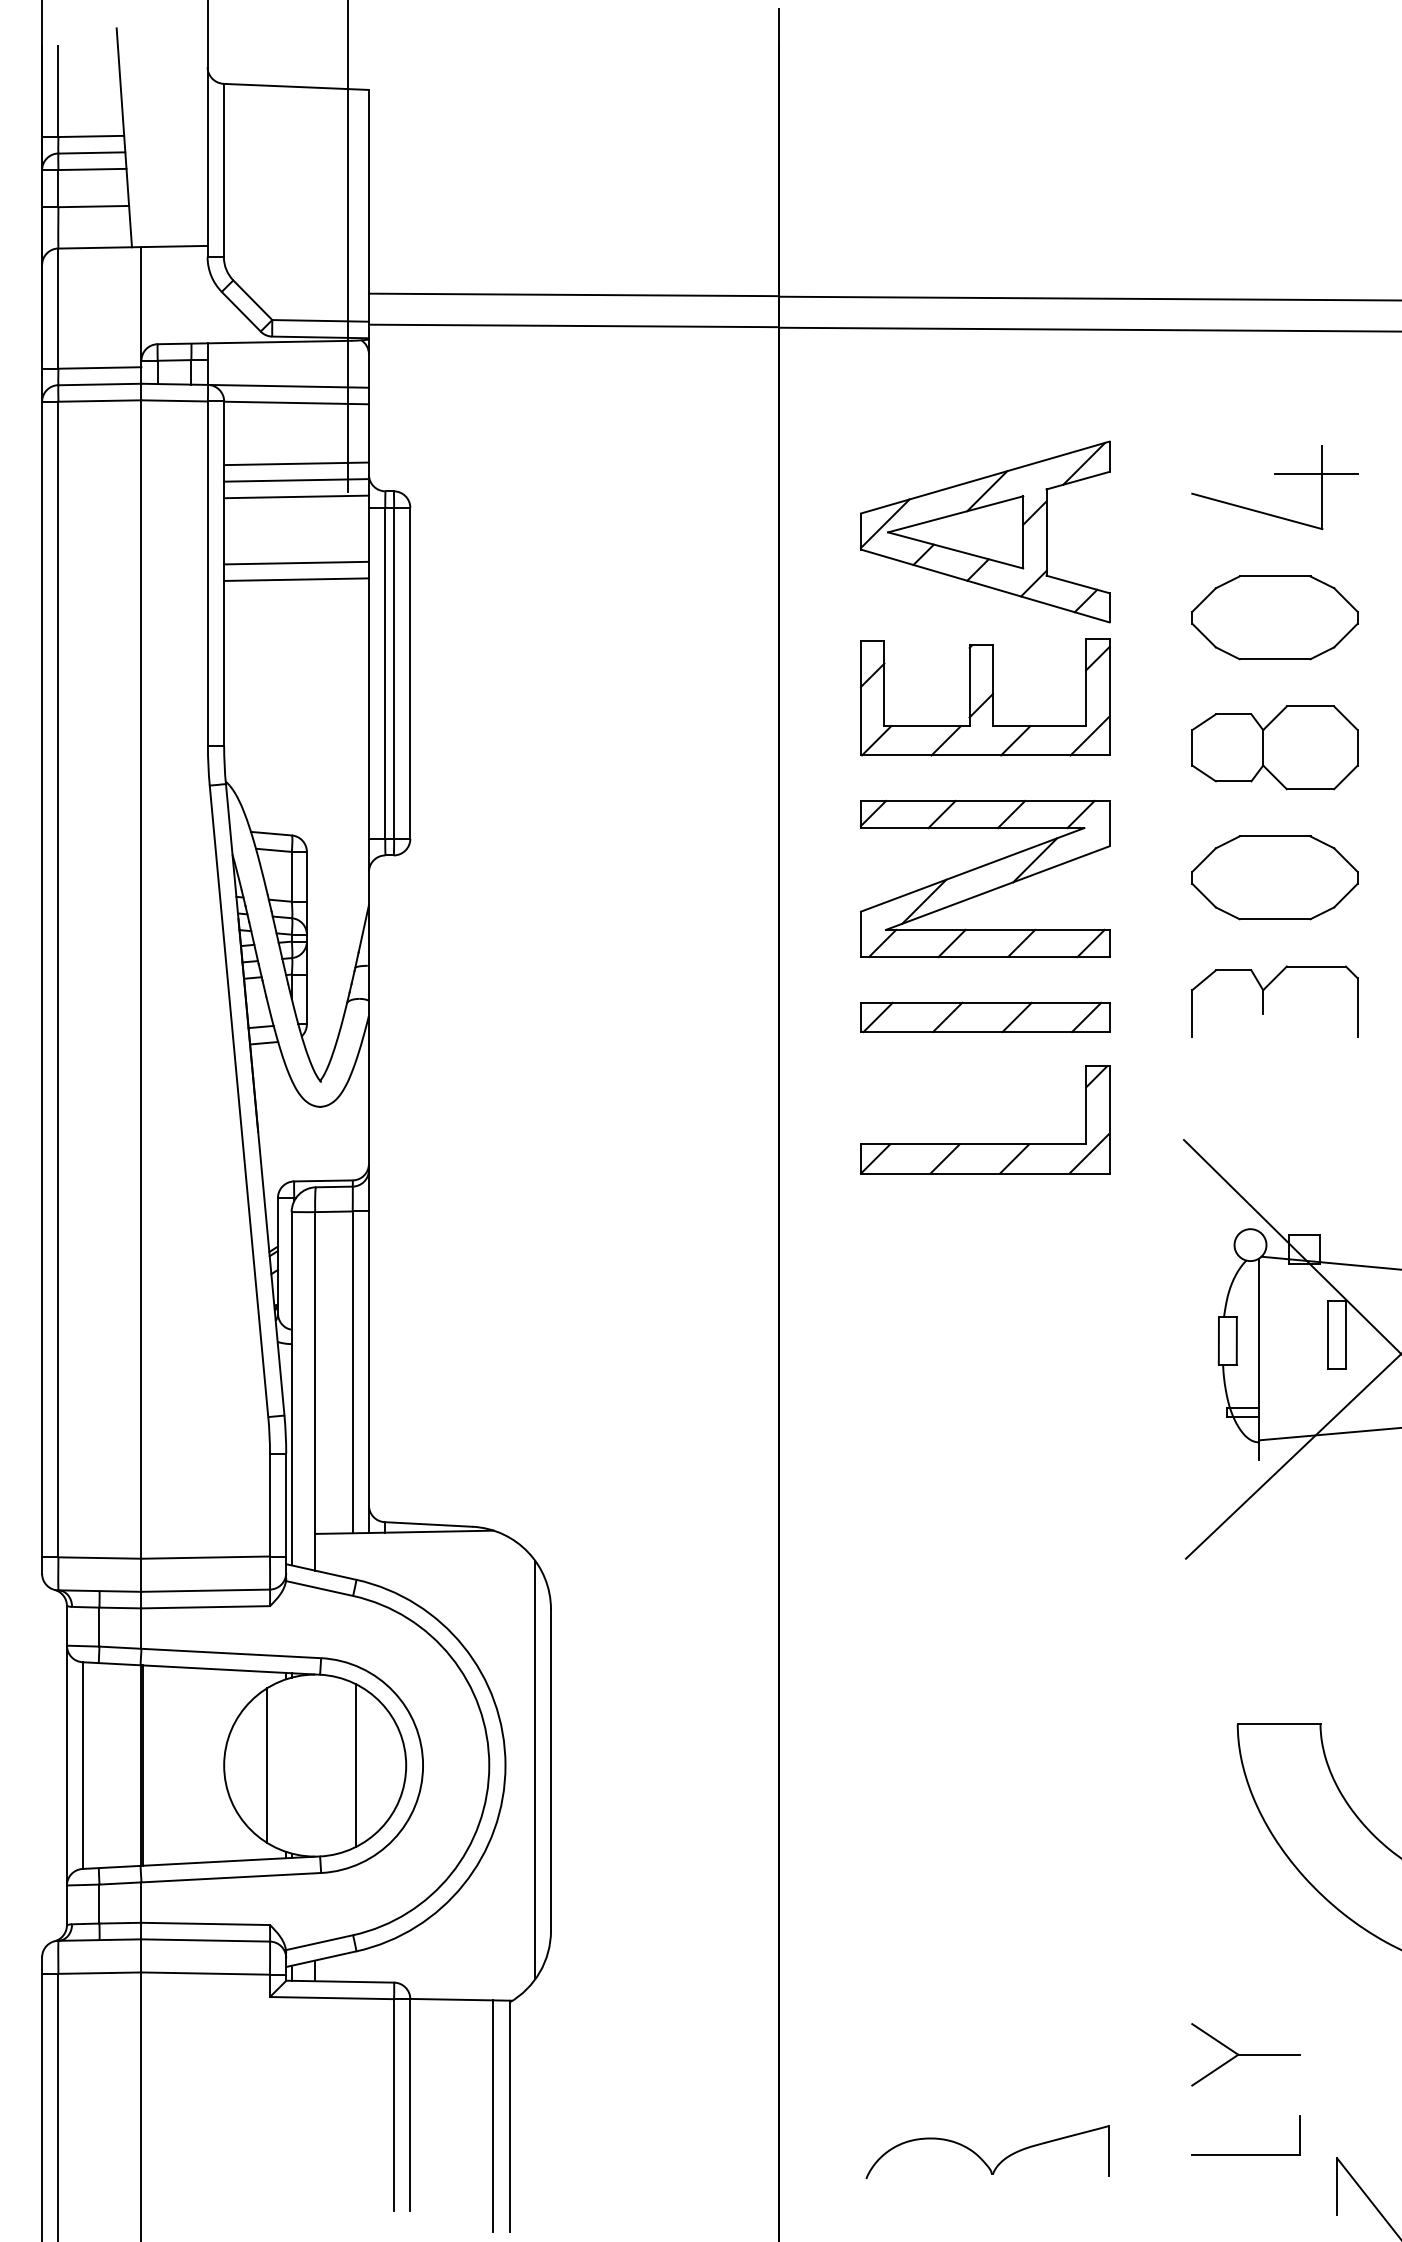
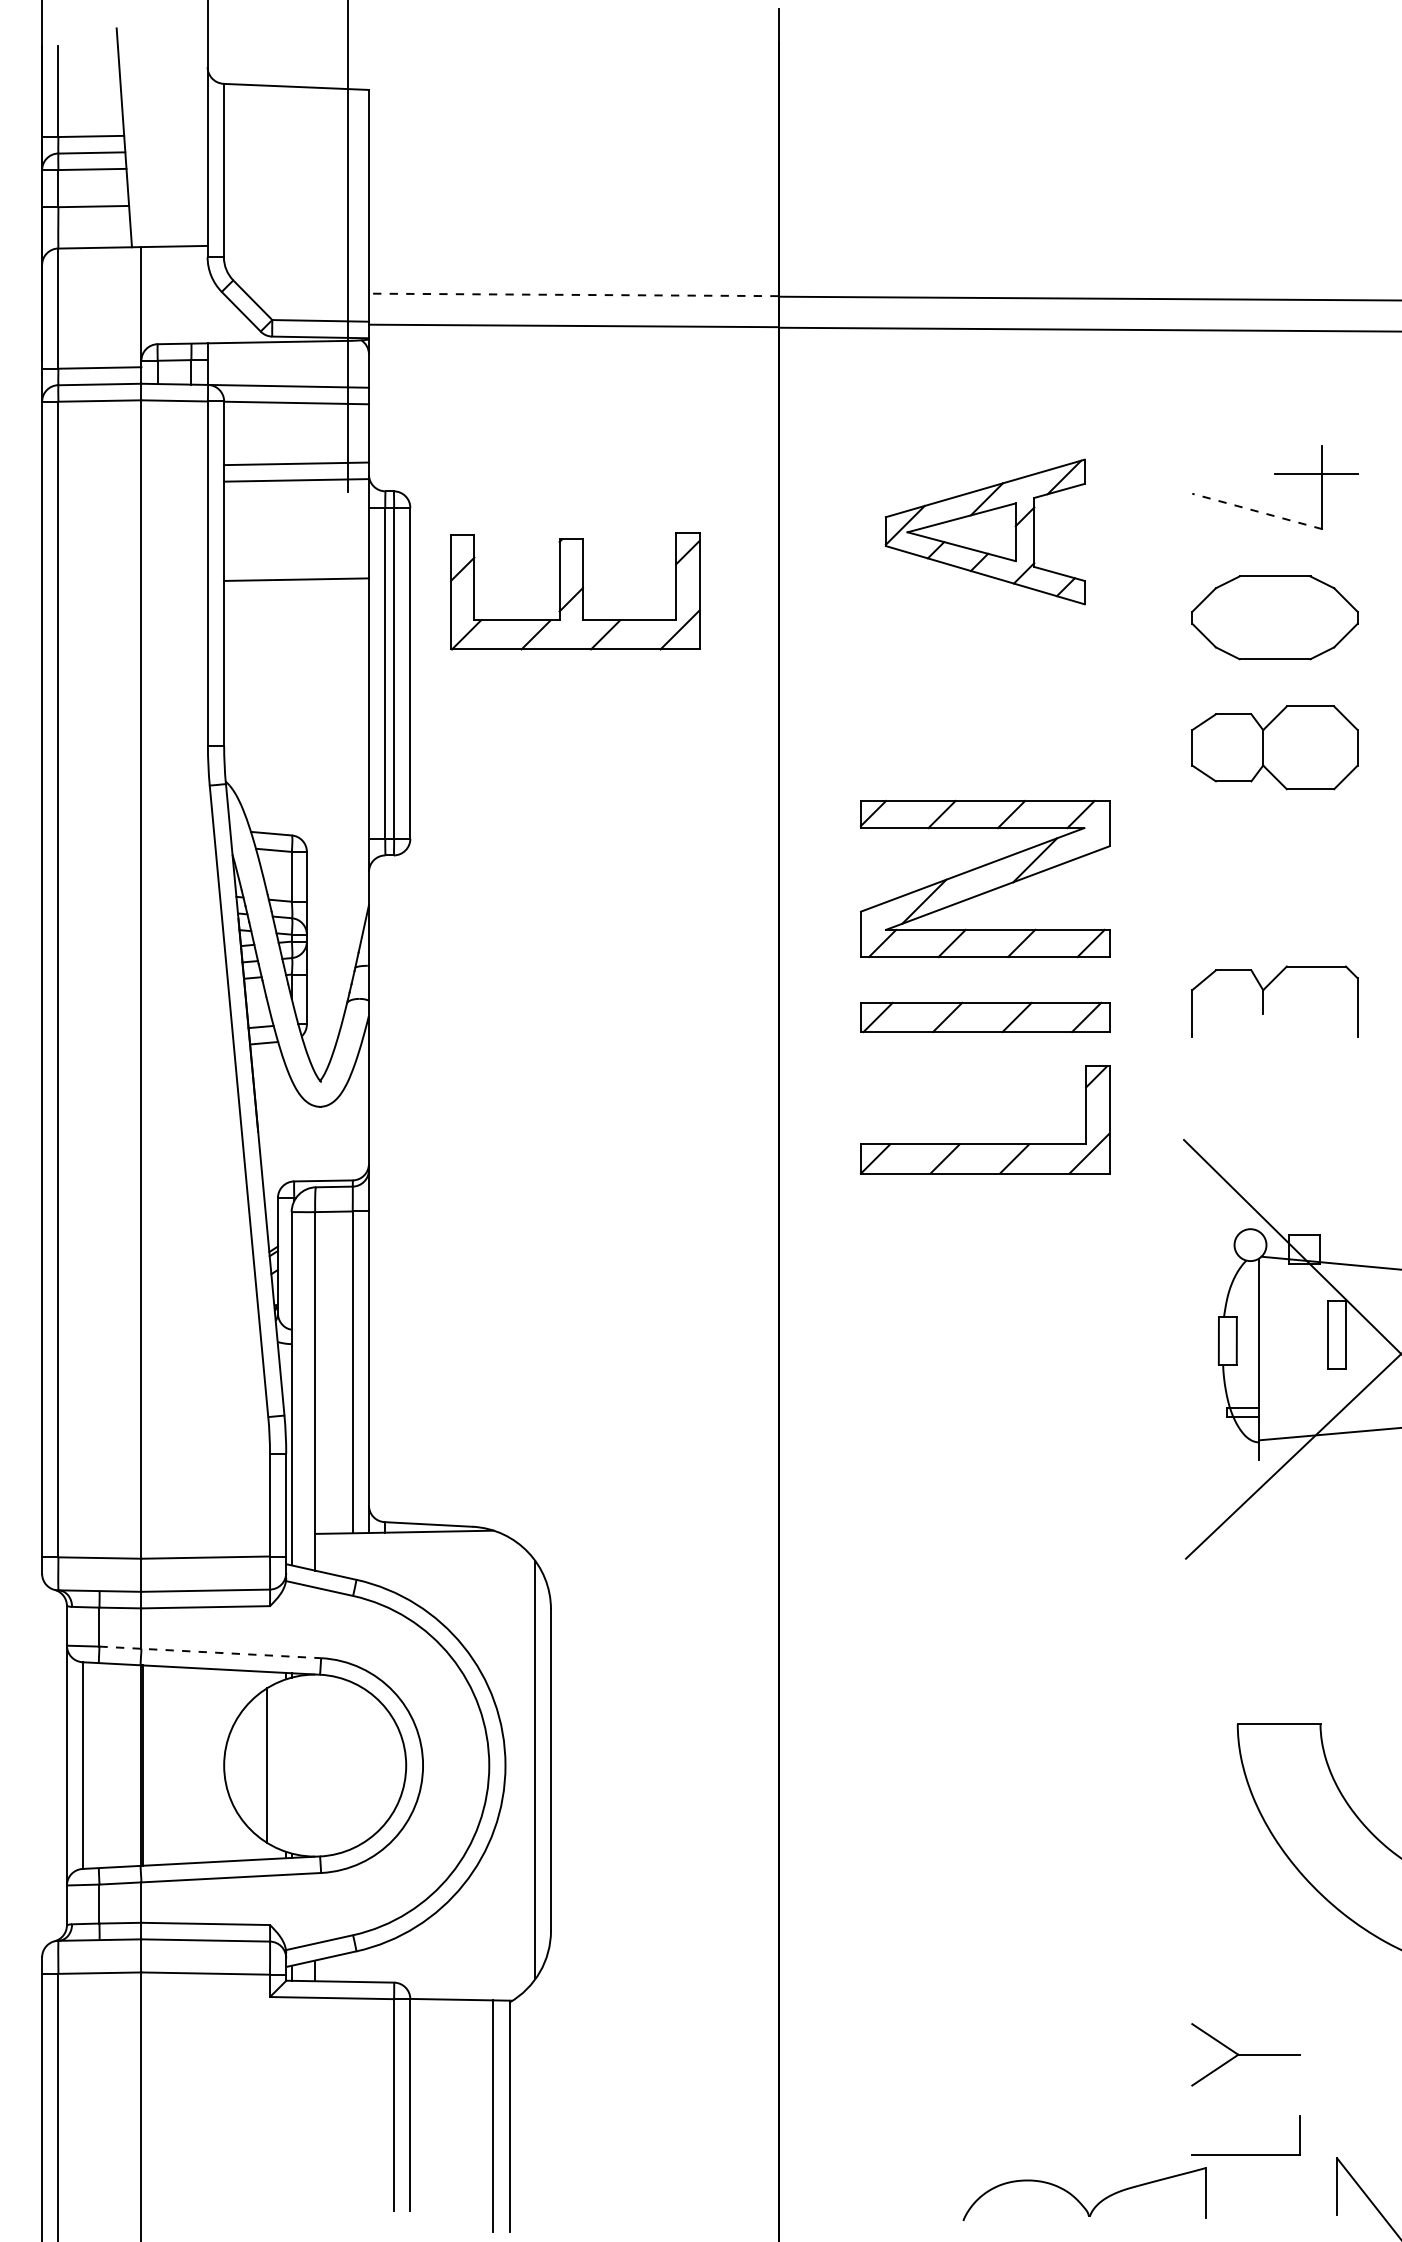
line at (573, 294): solid -> dashed
line at (296, 496): present -> none
line at (1256, 511): solid -> dashed
part at (985, 531) size: 251x184 px -> 202x148 px
line at (296, 562): present -> none
part at (985, 697) position: (985, 697) -> (575, 591)
part at (1274, 877): present -> none
line at (210, 1652): solid -> dashed
line at (355, 1765): present -> none
part at (981, 2157) position: (981, 2157) -> (1078, 2199)
